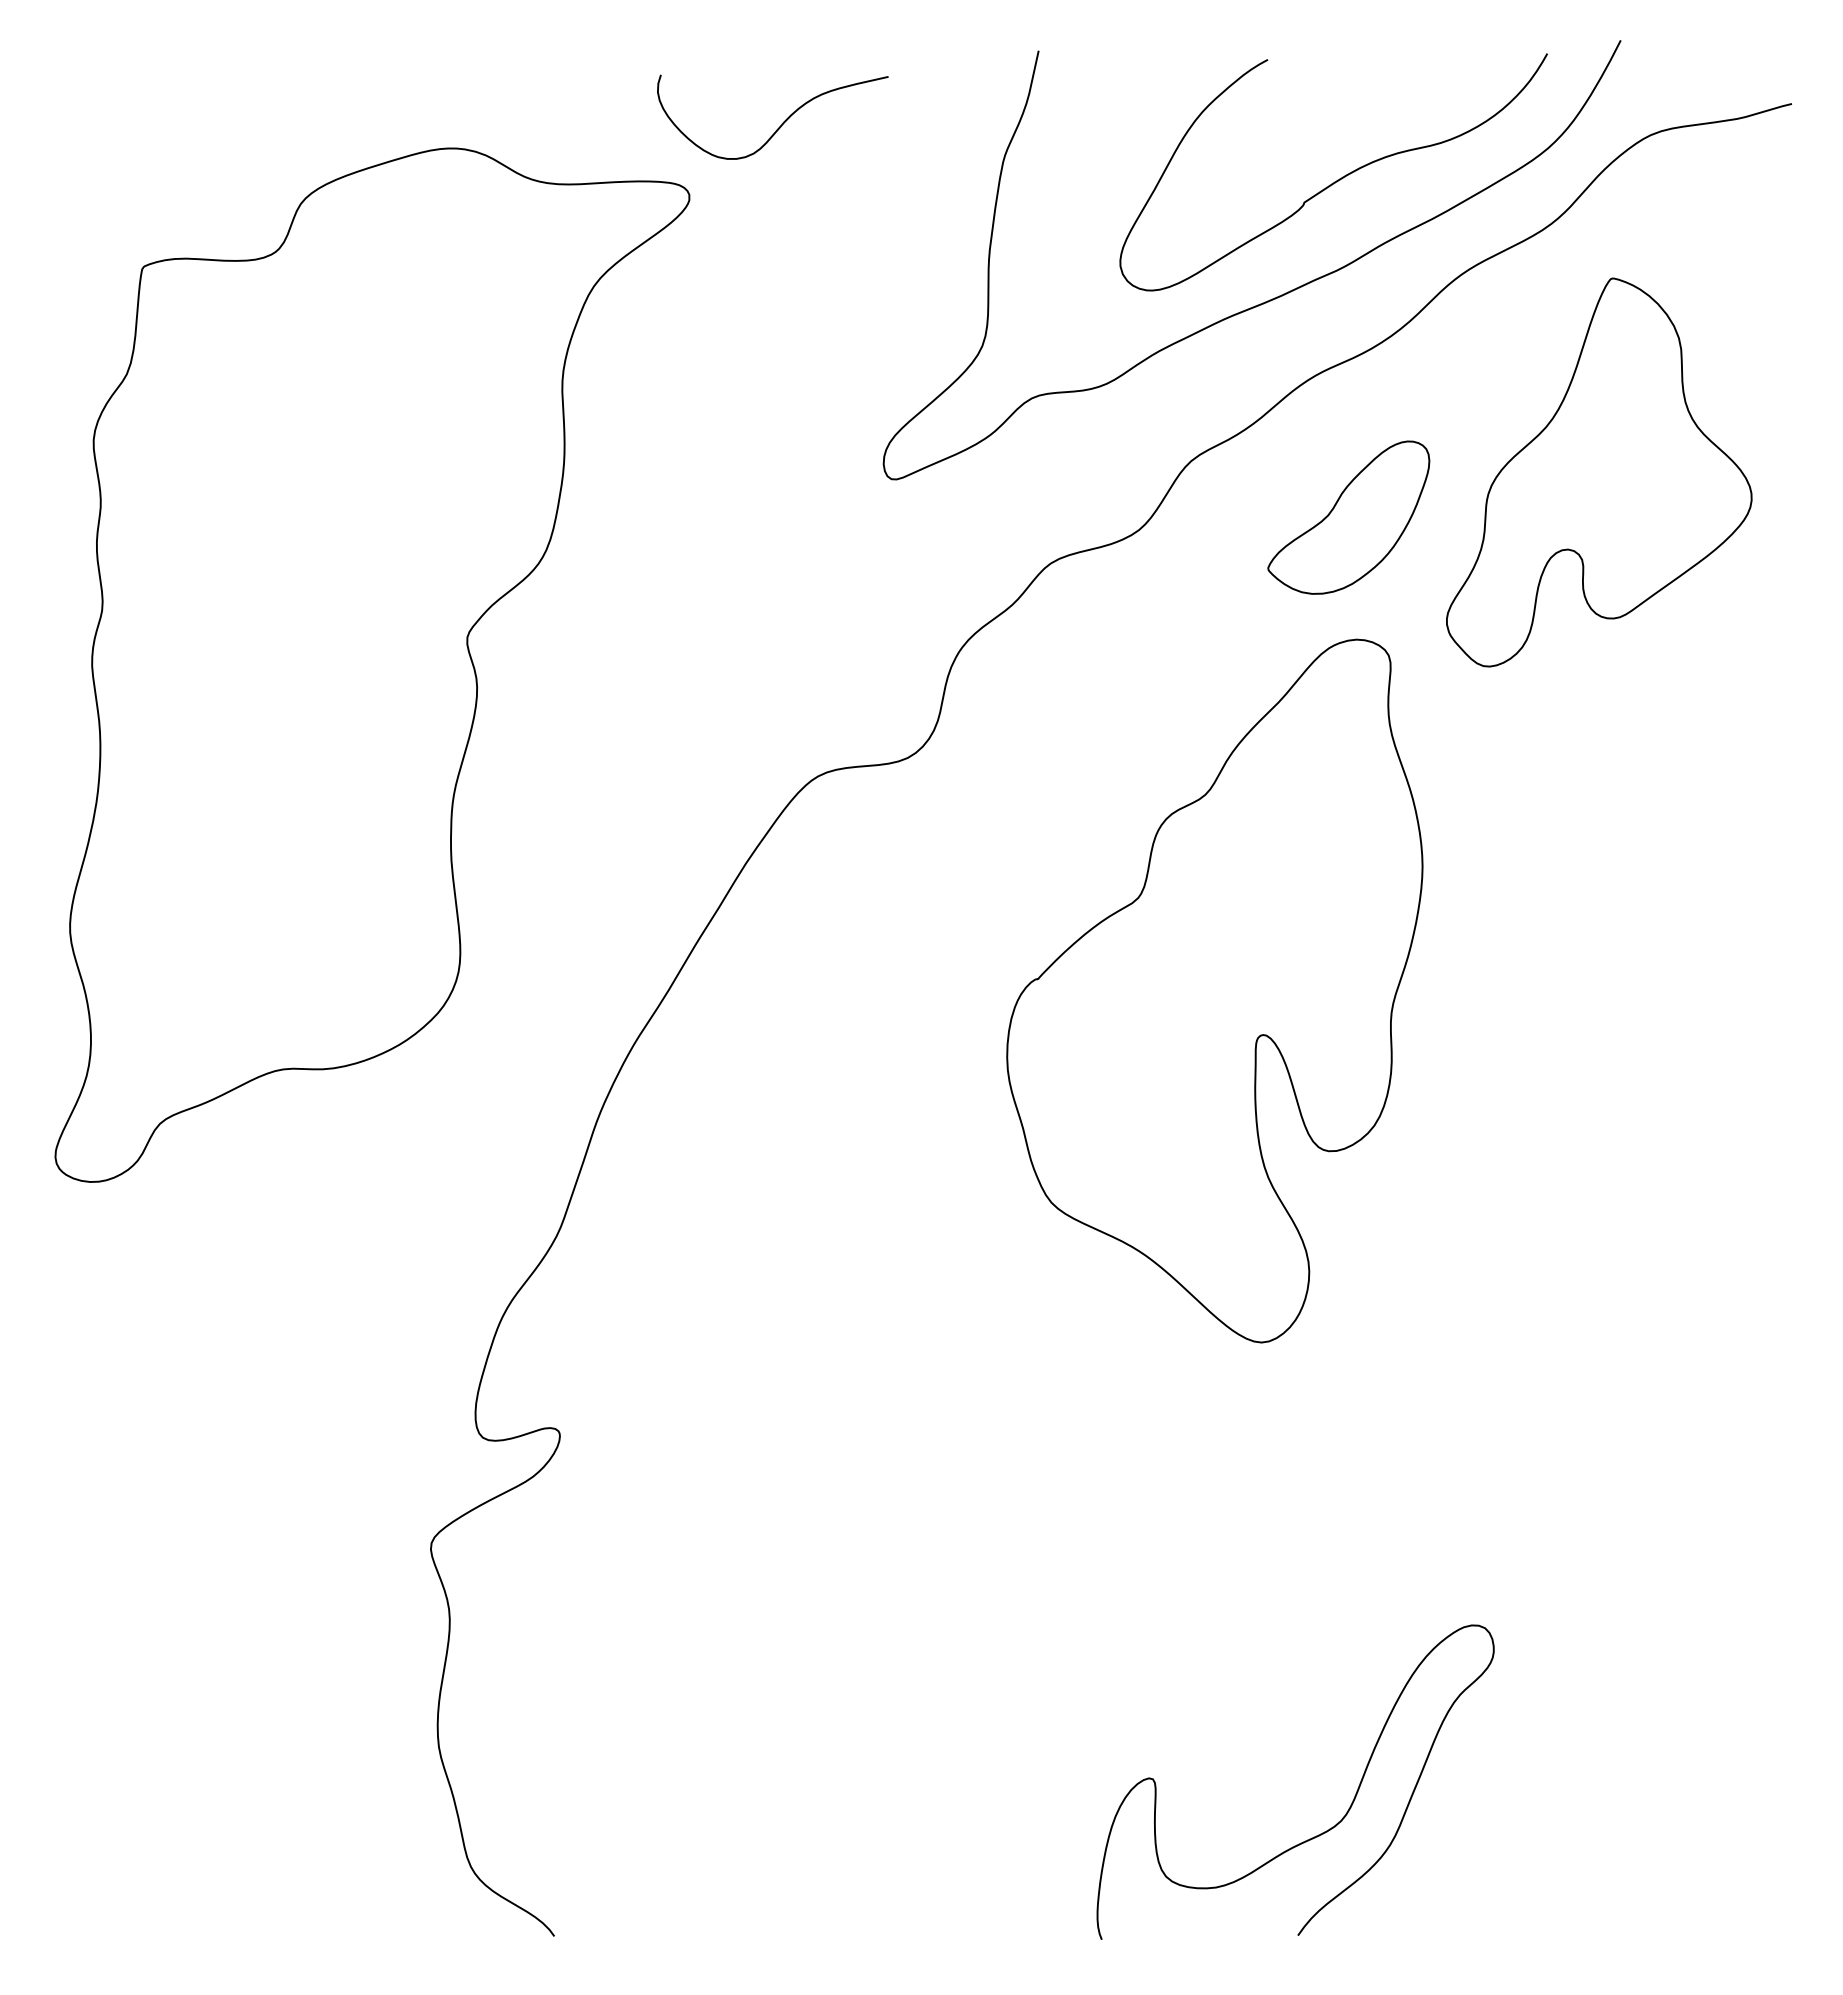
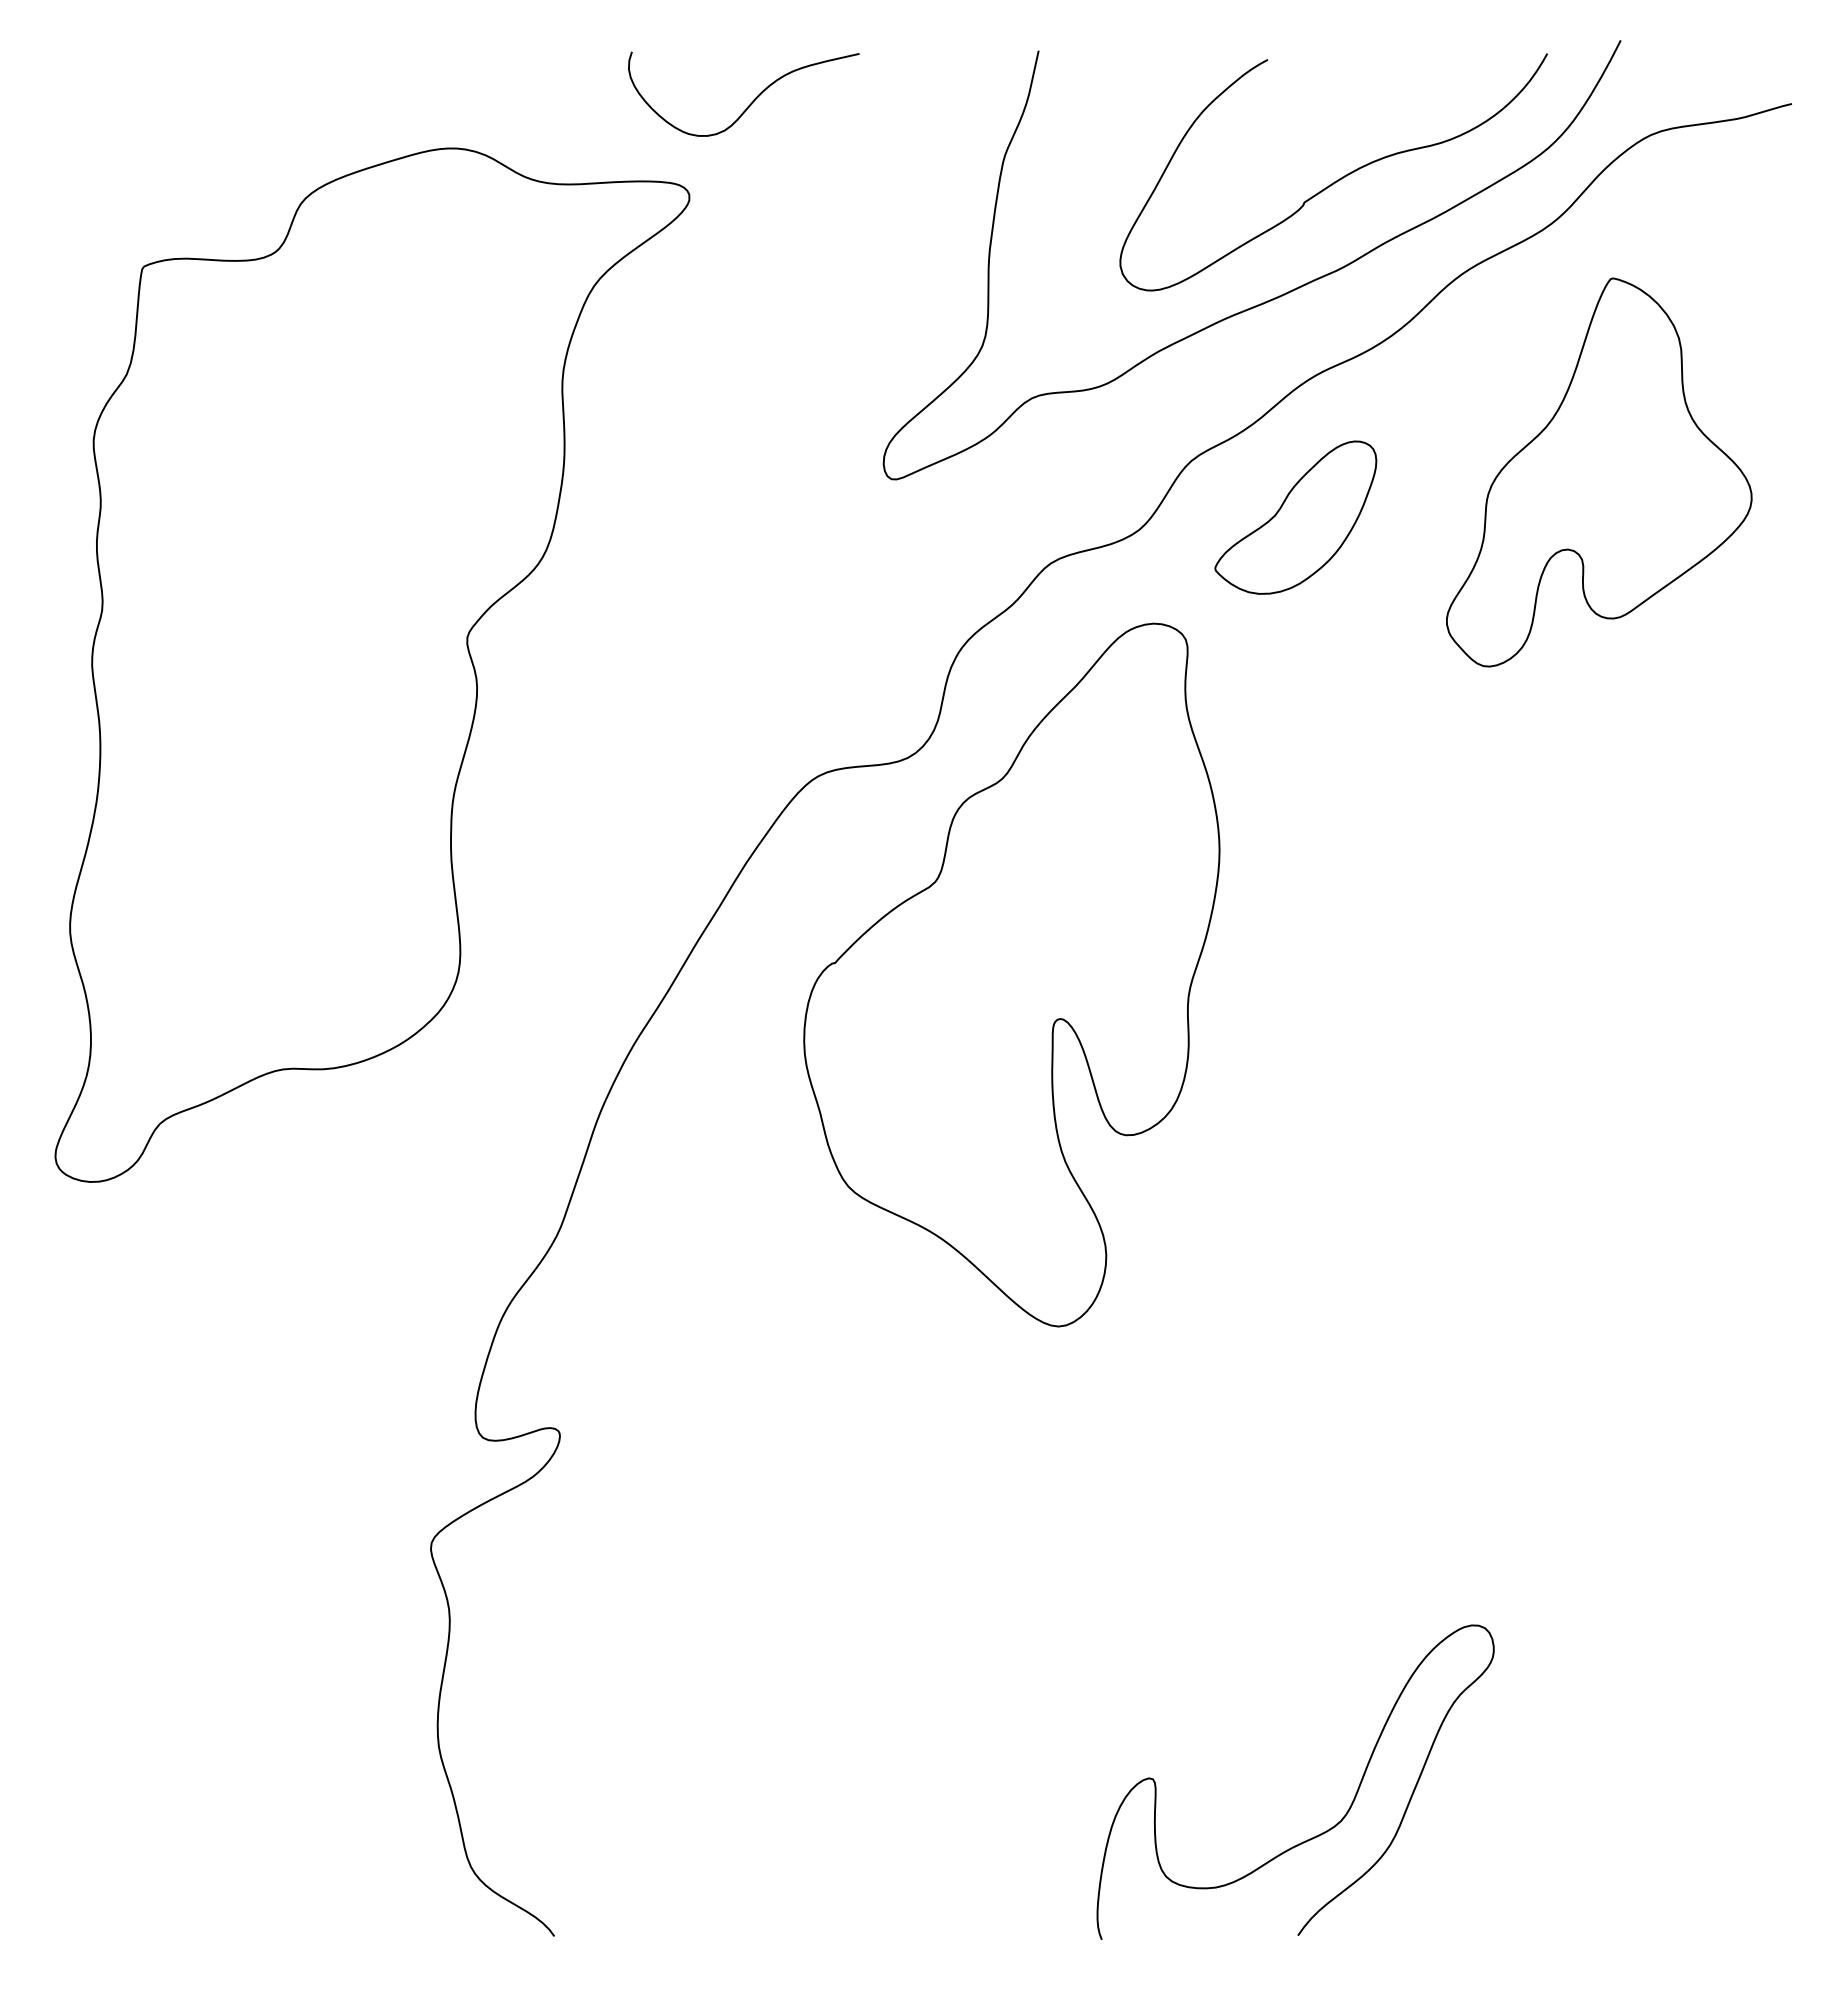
curve at (782, 122) position: (782, 122) -> (753, 99)
part at (1348, 517) position: (1348, 517) -> (1295, 517)
part at (1214, 990) position: (1214, 990) -> (1011, 974)
